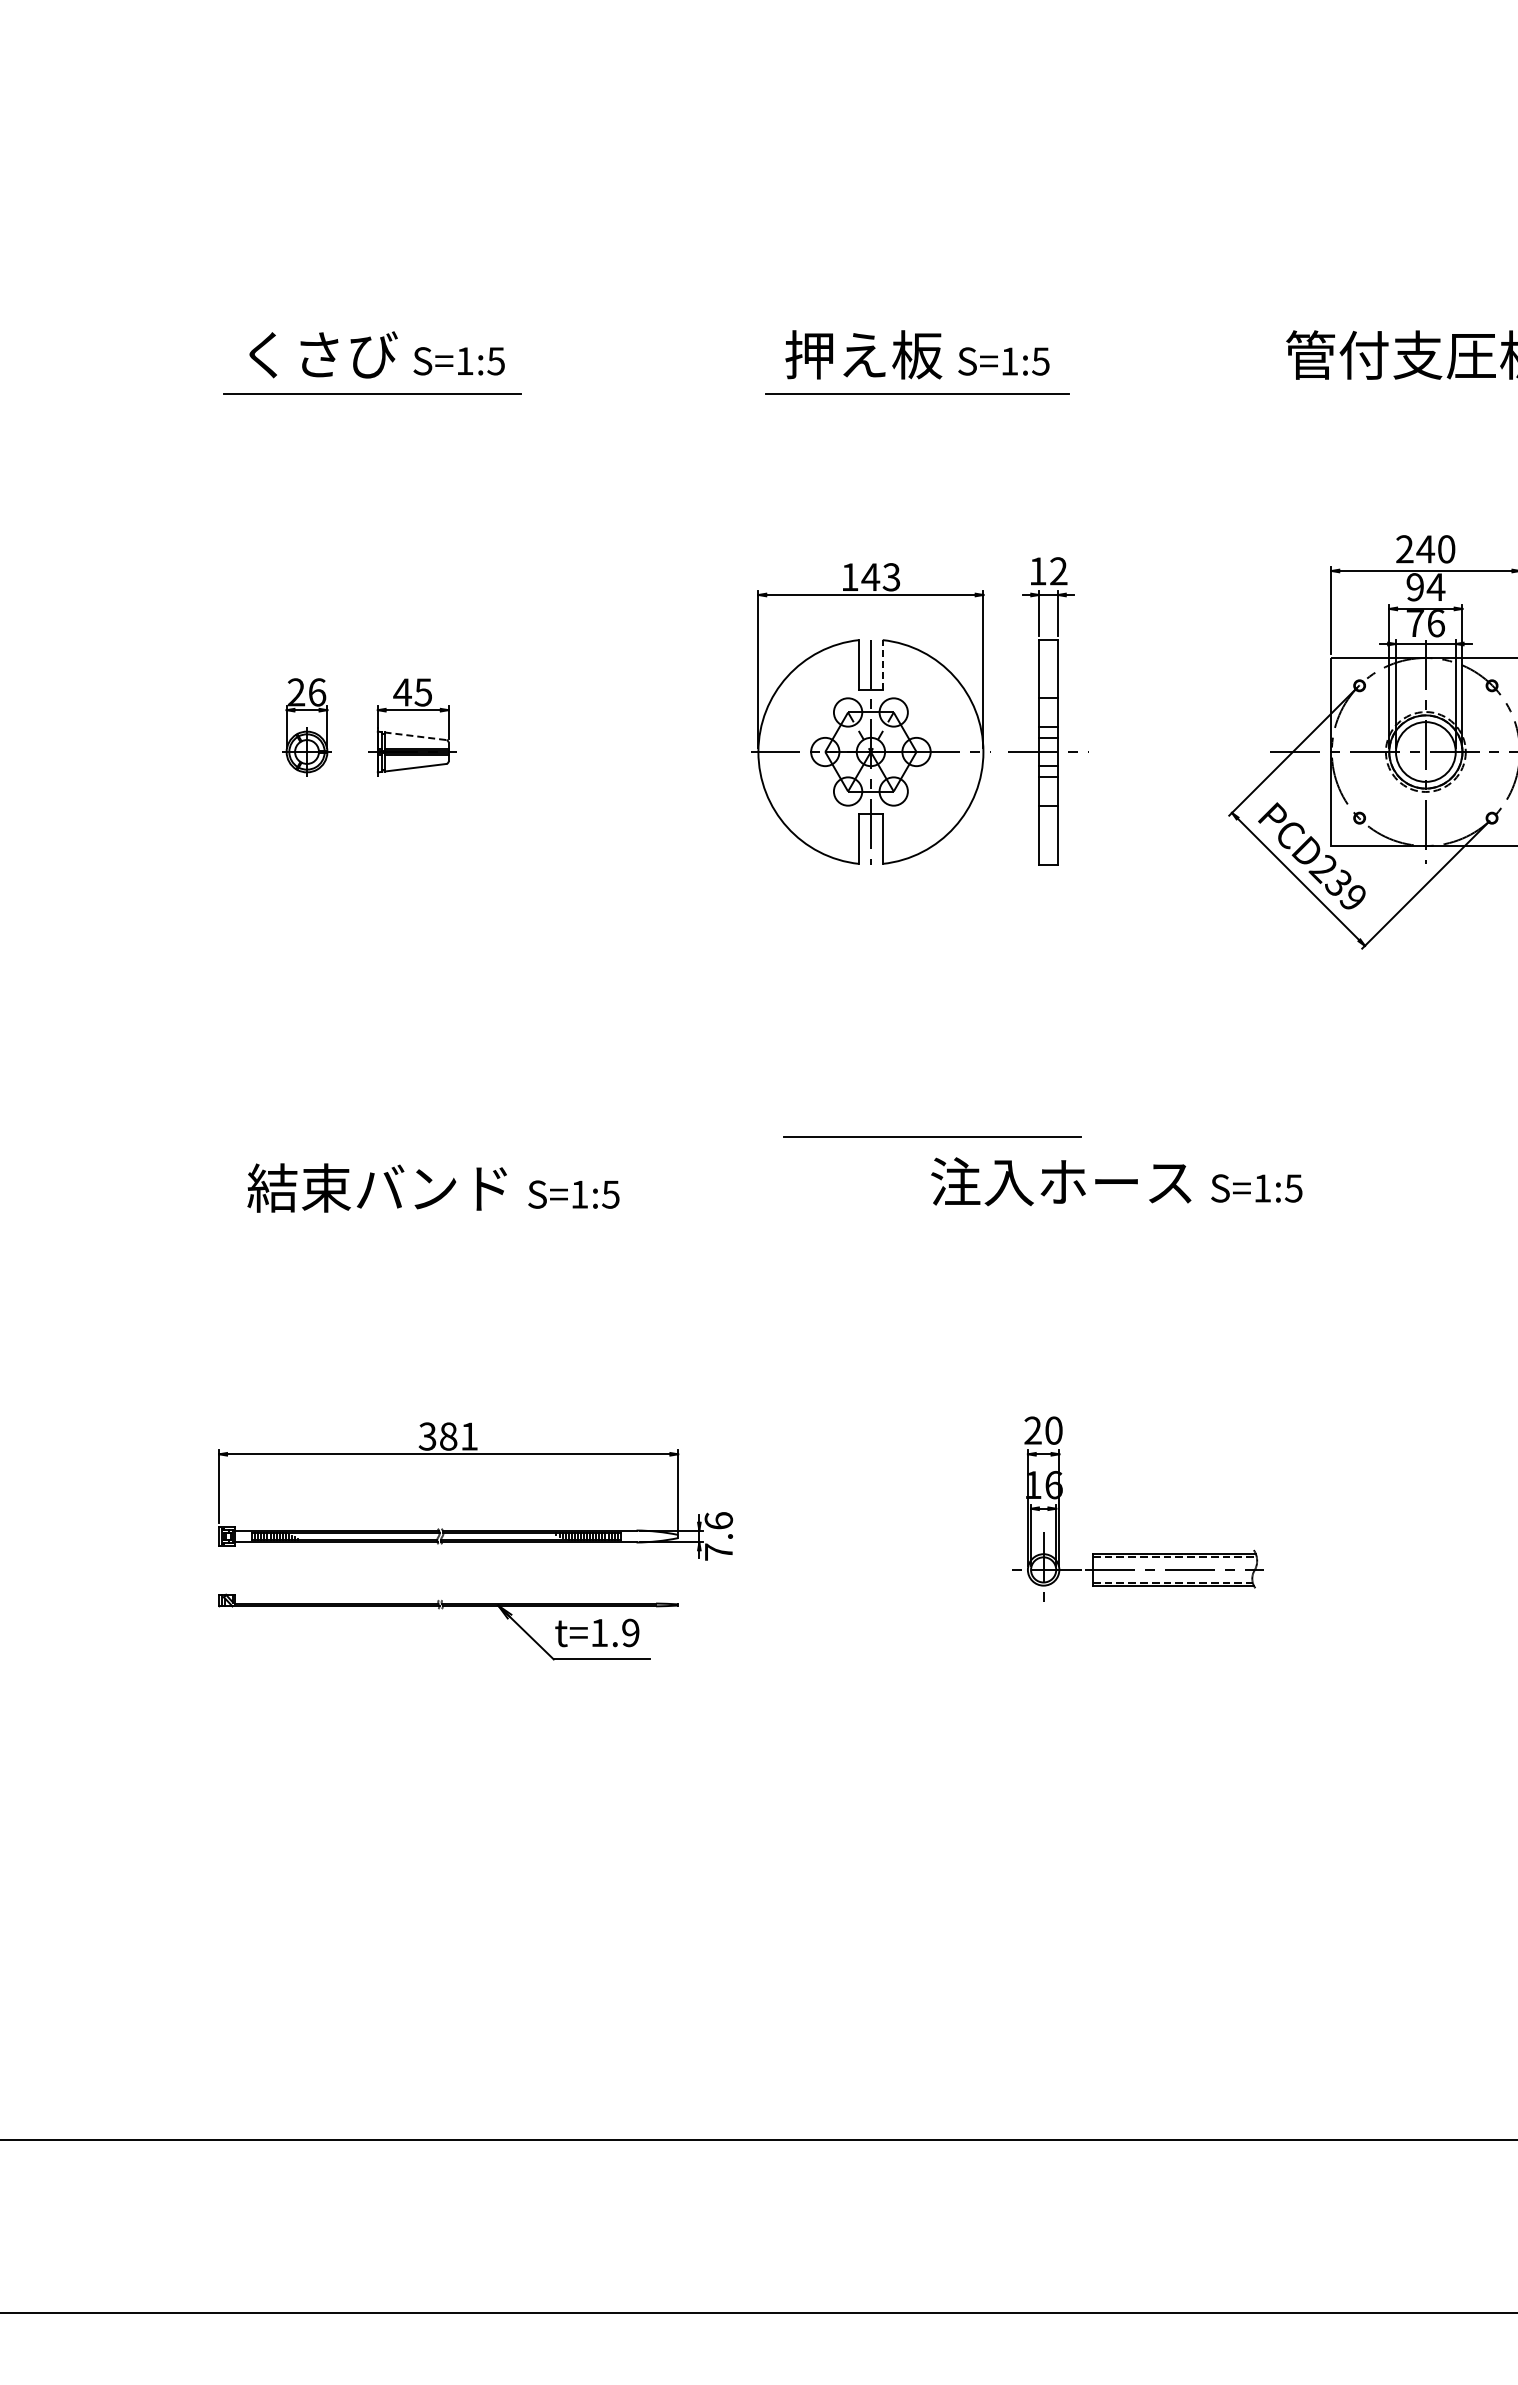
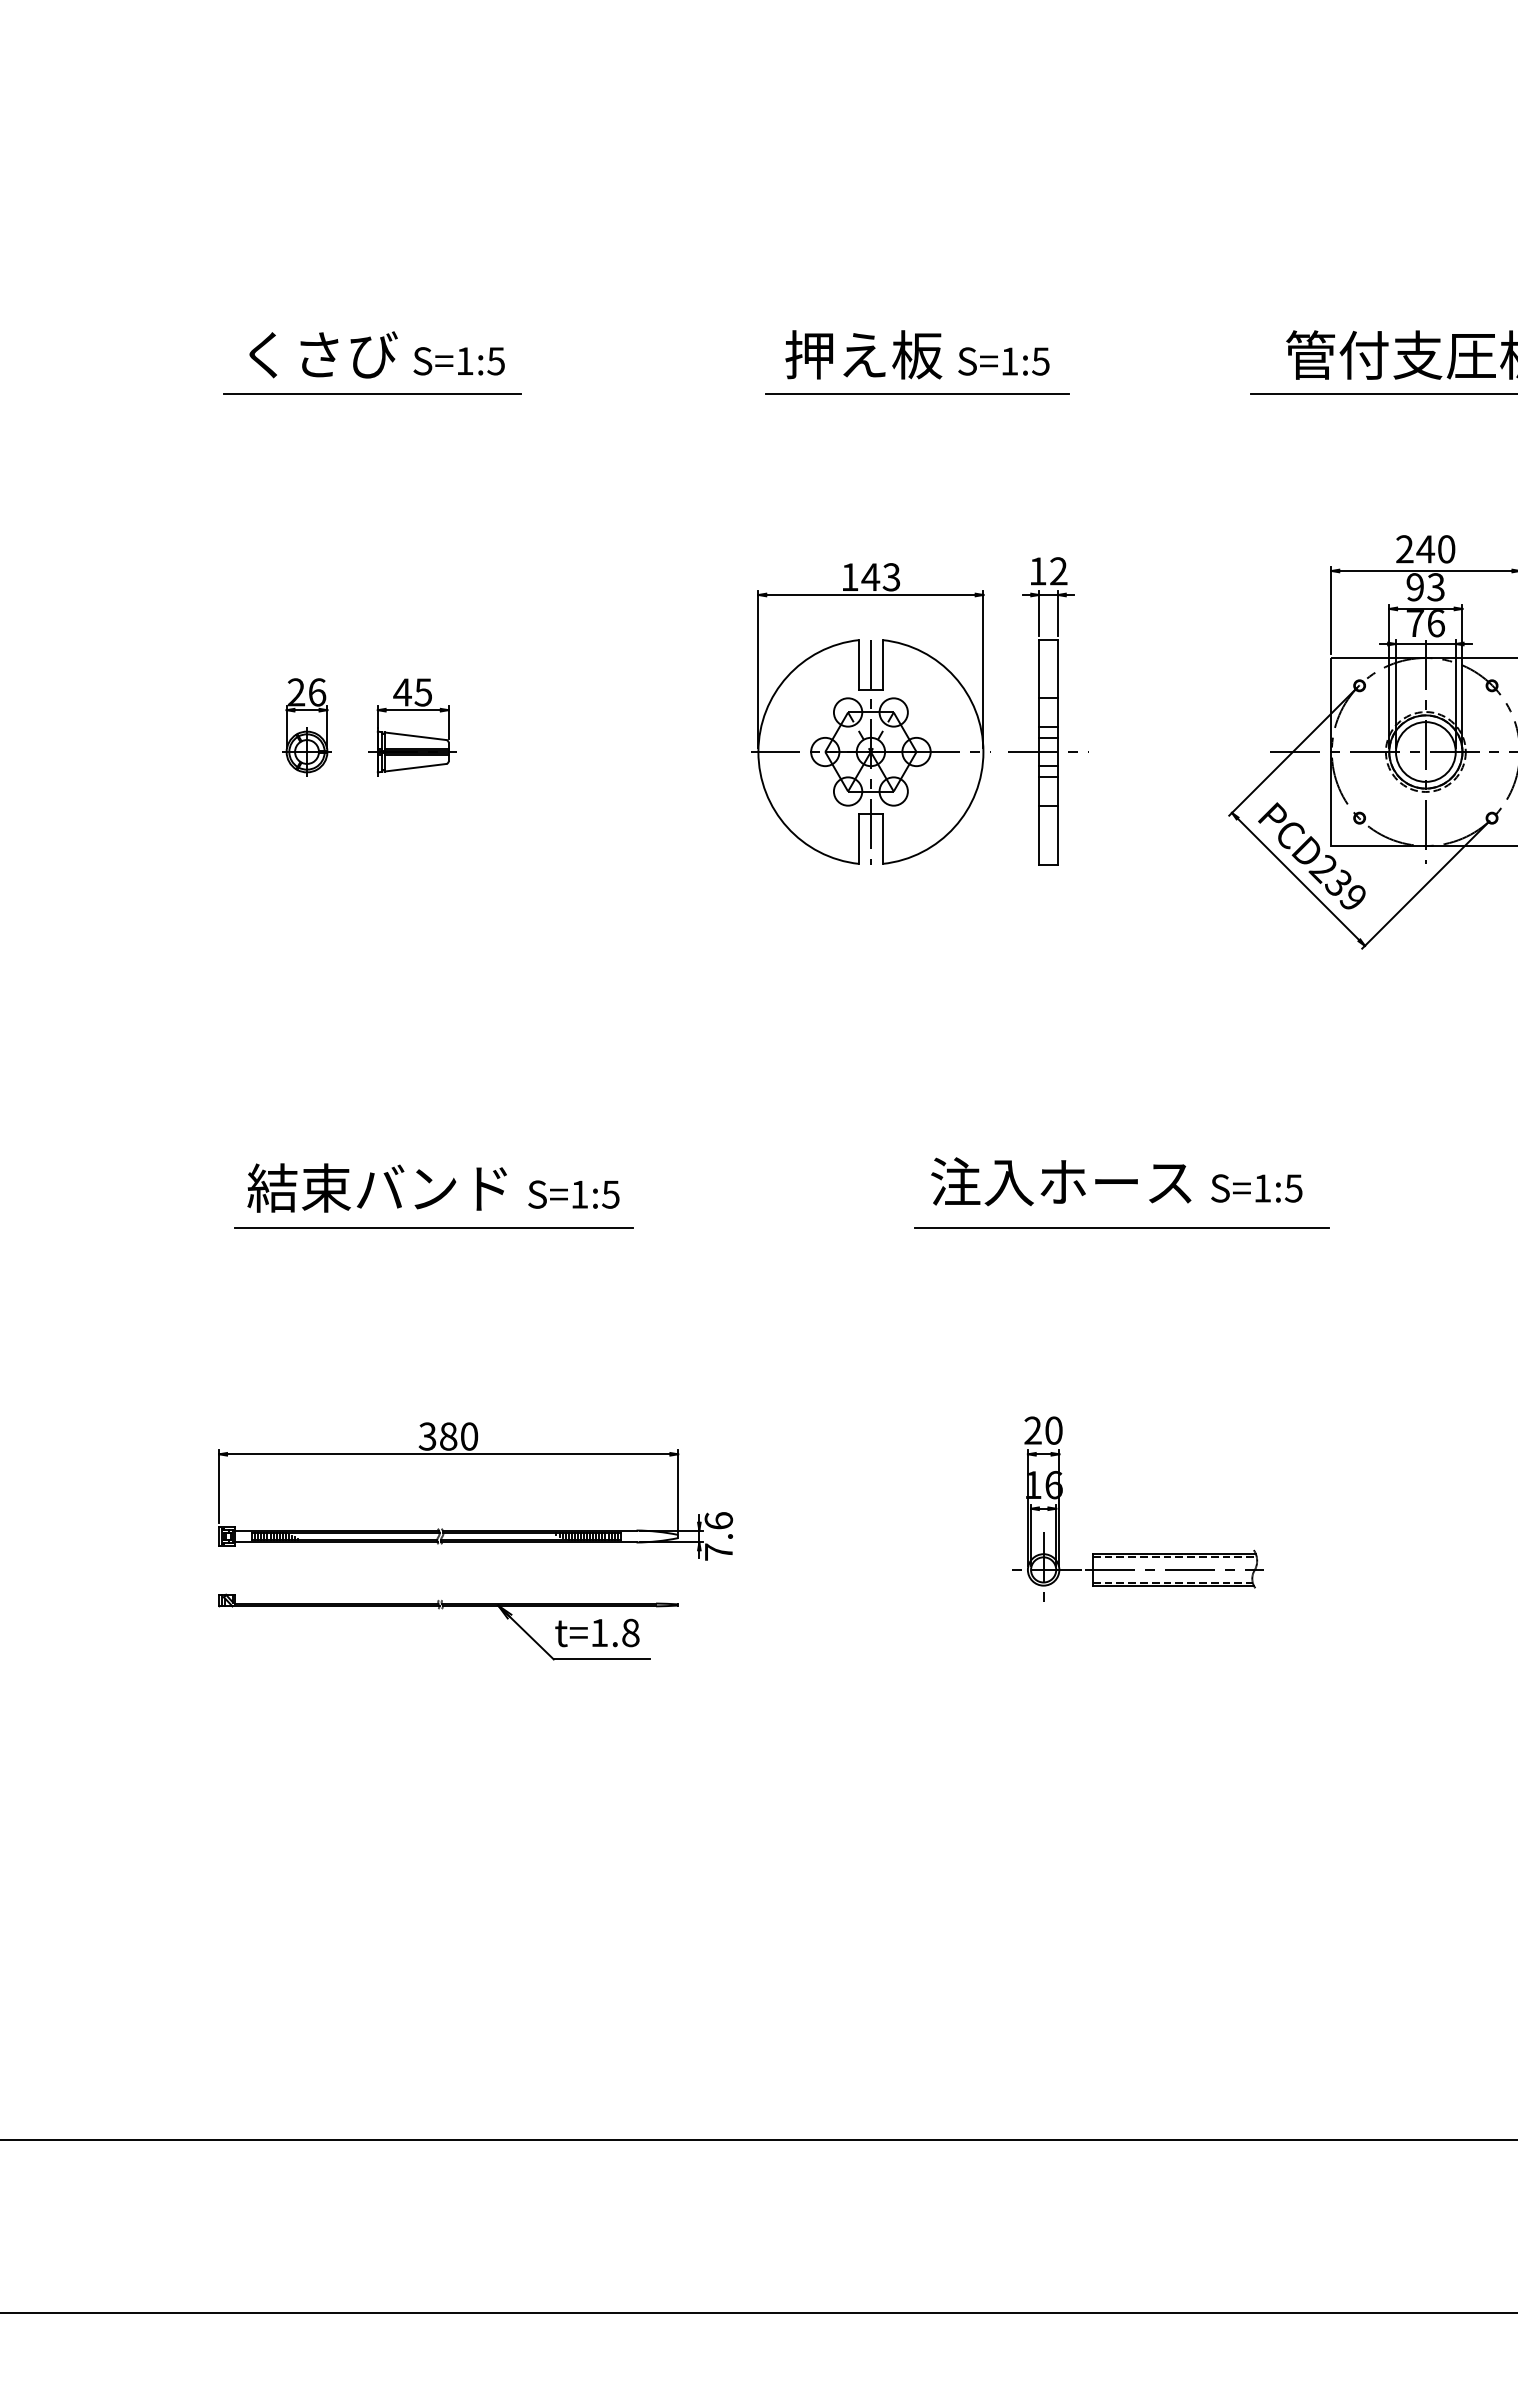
line at (1382, 394): none -> present
text at (1435, 587): 94 -> 93
line at (882, 664): dashed -> solid
line at (415, 736): dashed -> solid
line at (932, 1136): present -> none
line at (433, 1227): none -> present
line at (1121, 1227): none -> present
text at (469, 1436): 381 -> 380
text at (630, 1632): t=1.9 -> t=1.8
